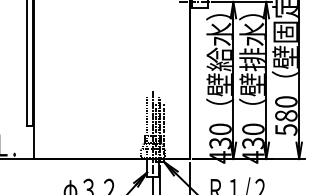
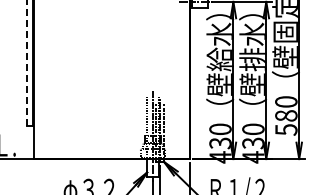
line at (26, 63): solid -> dashed
